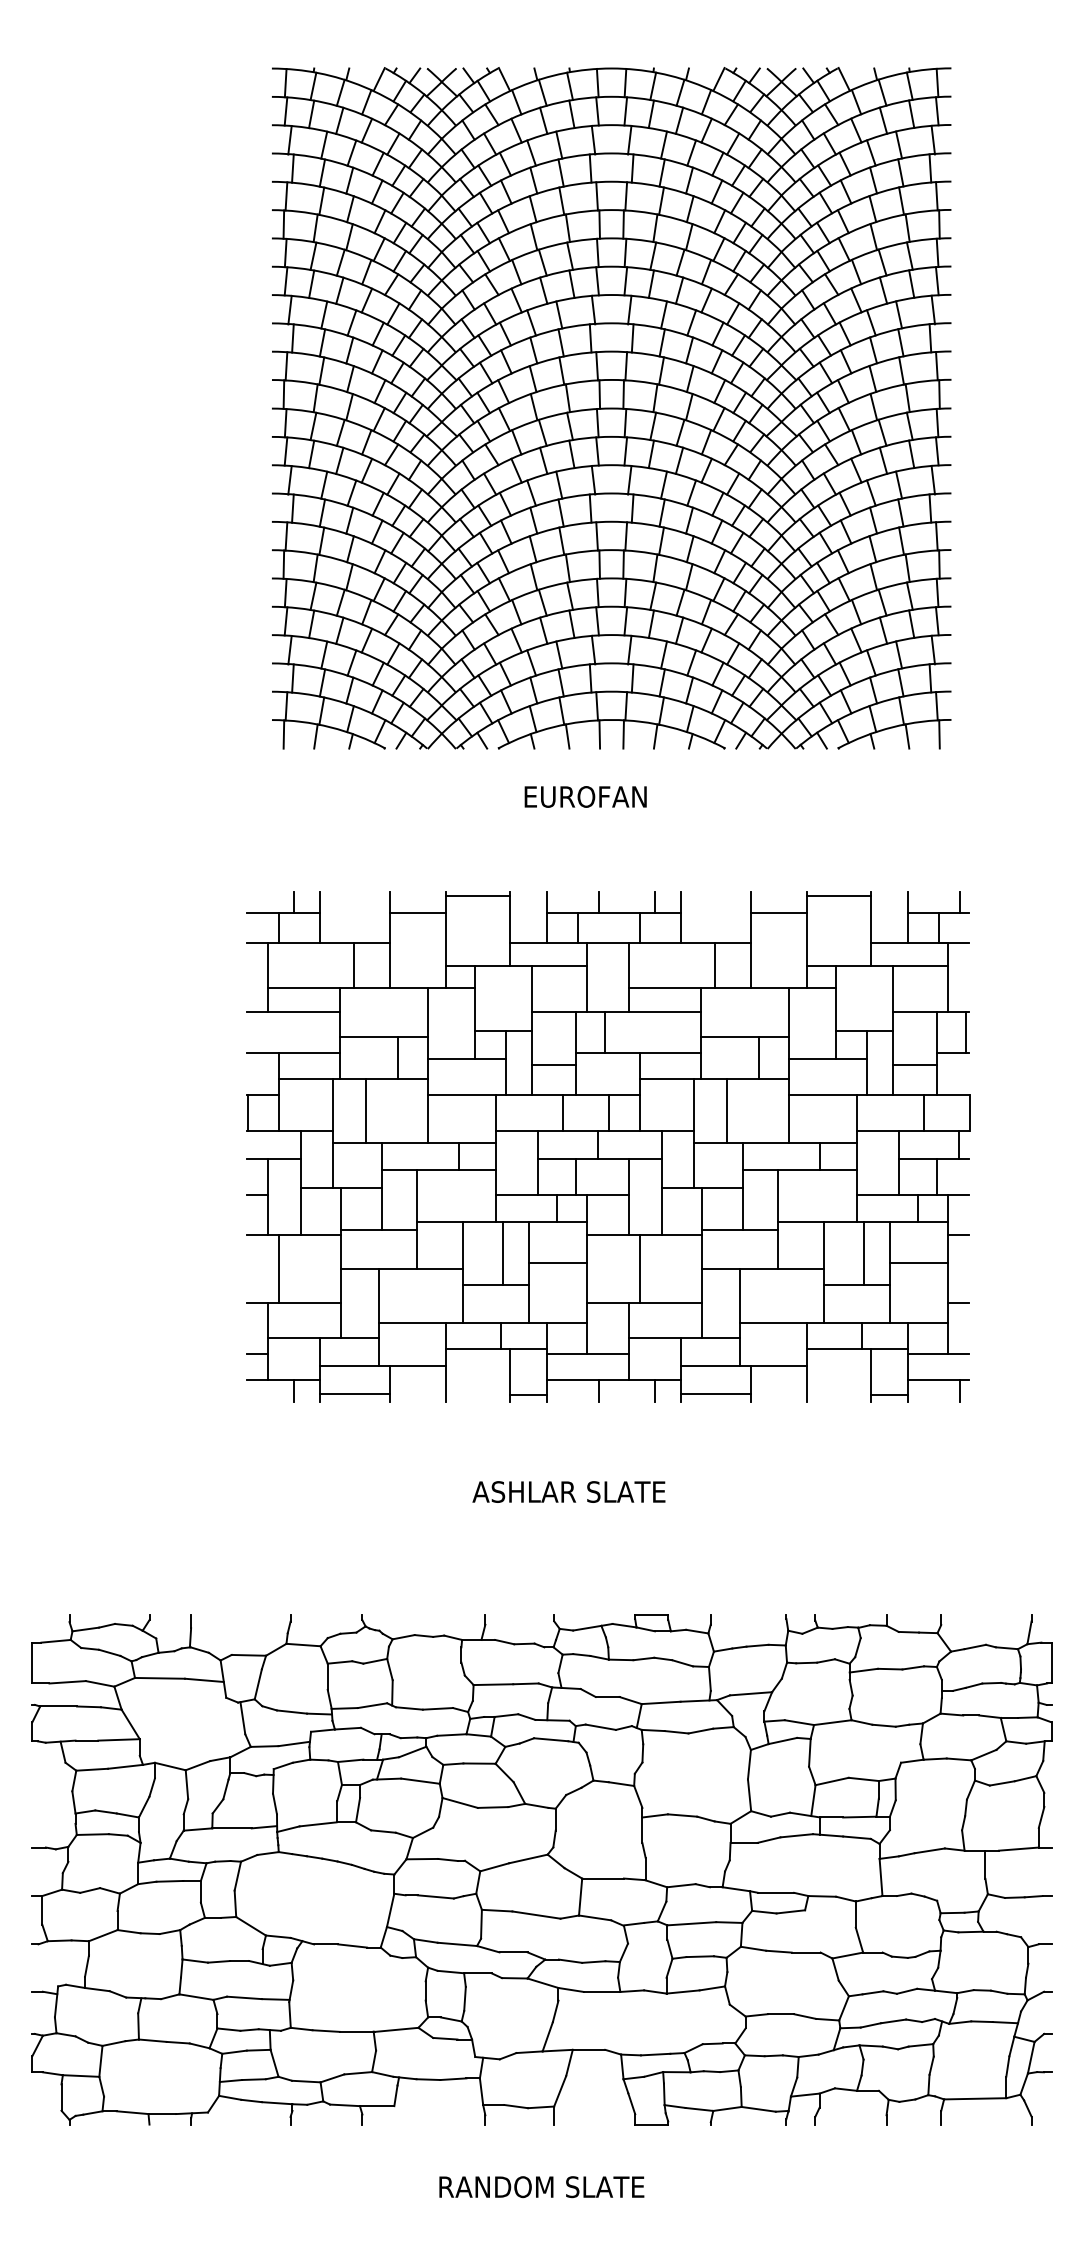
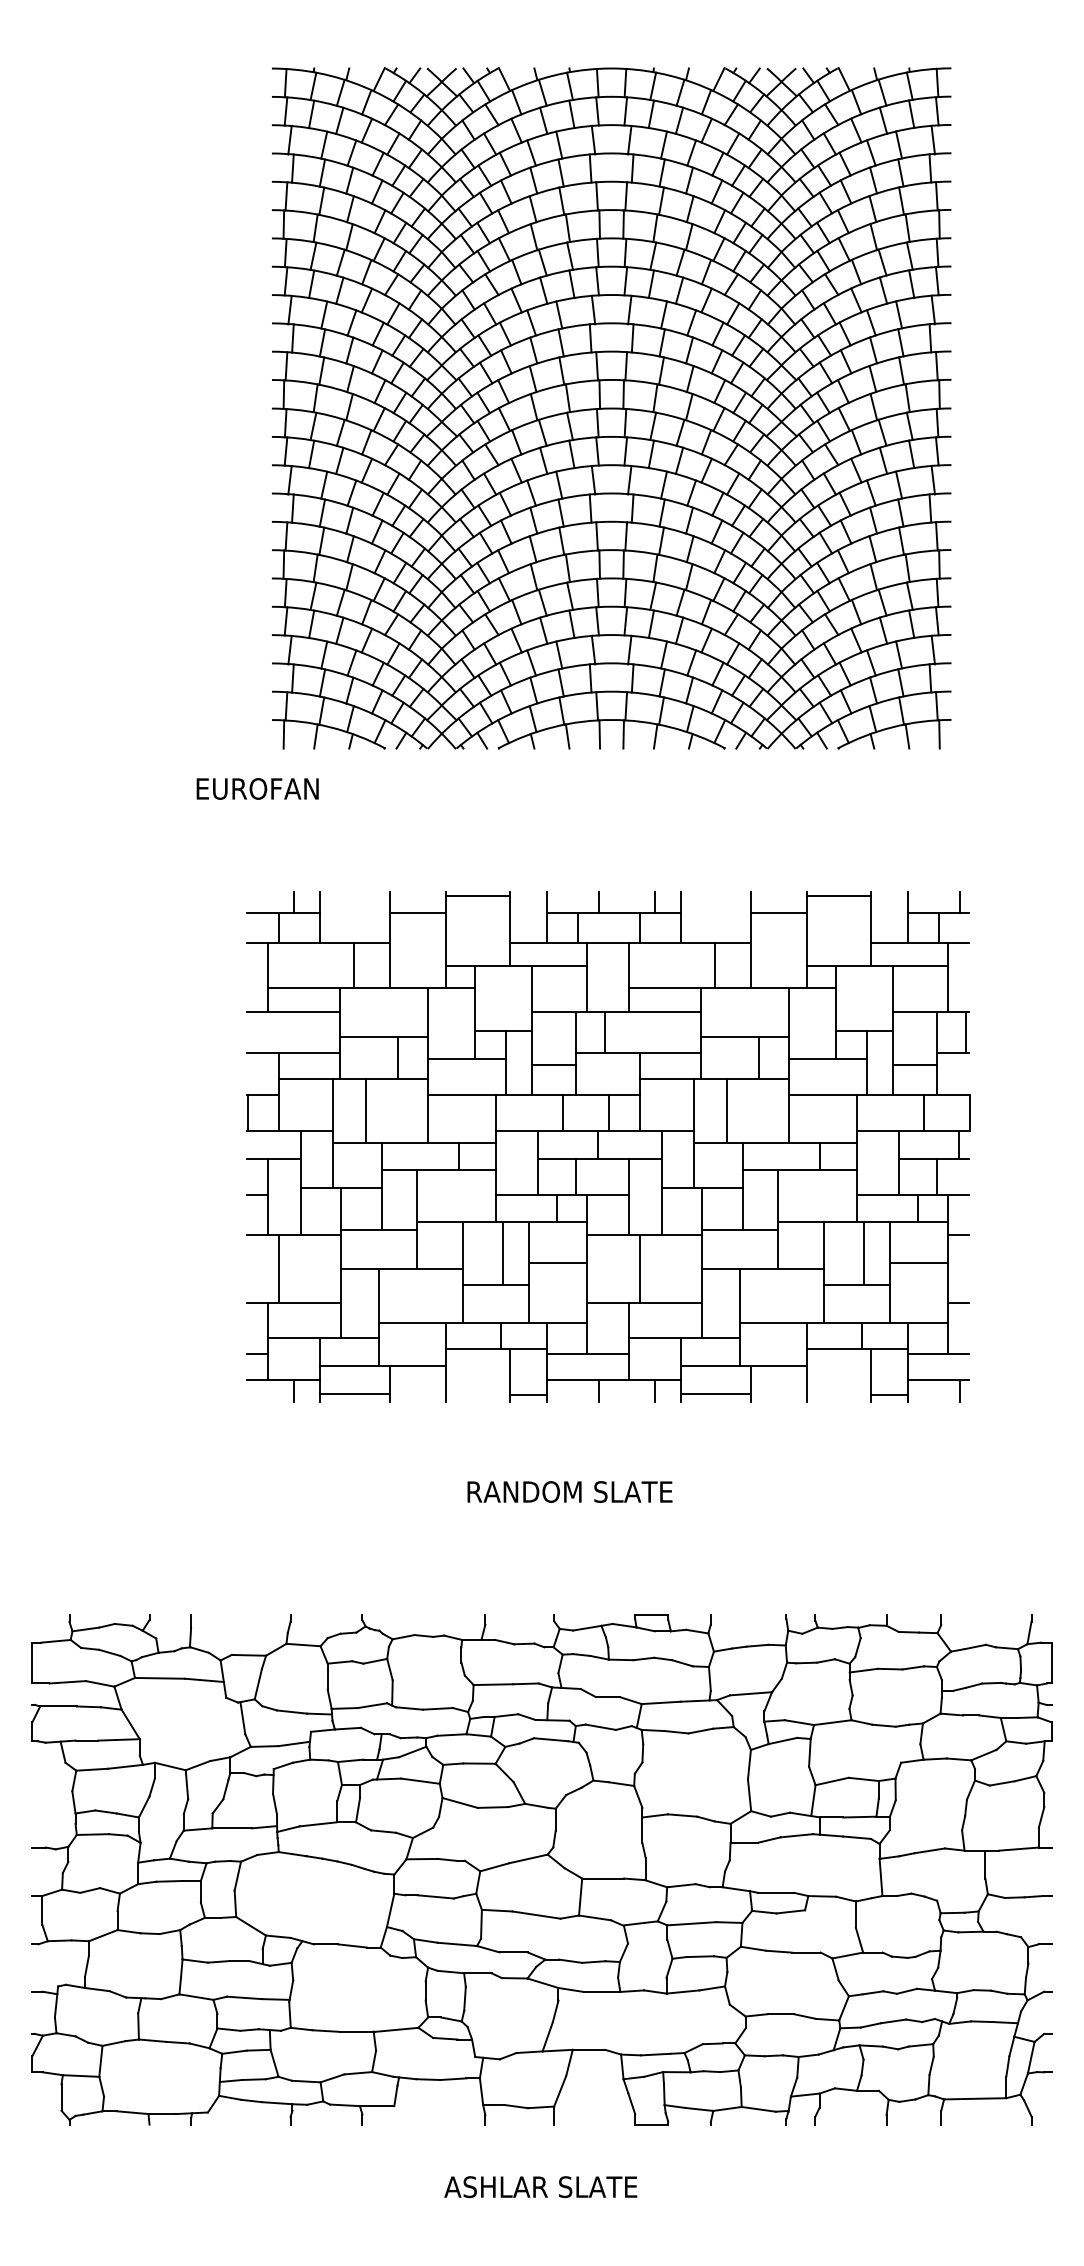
text at (585, 796) position: (585, 796) -> (257, 788)
text at (569, 1491): ASHLAR SLATE -> RANDOM SLATE
text at (541, 2187): RANDOM SLATE -> ASHLAR SLATE
